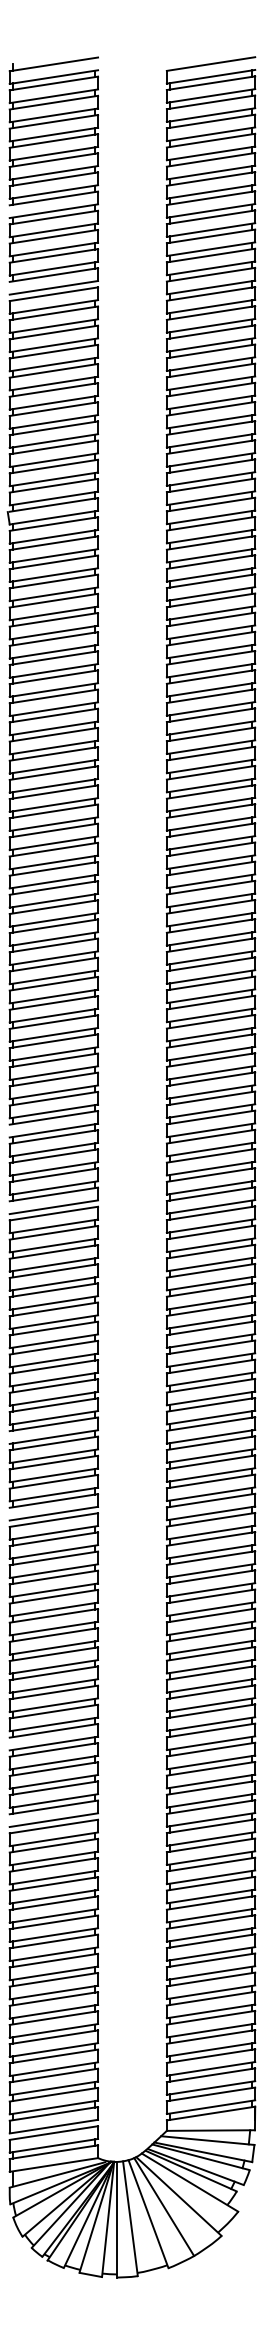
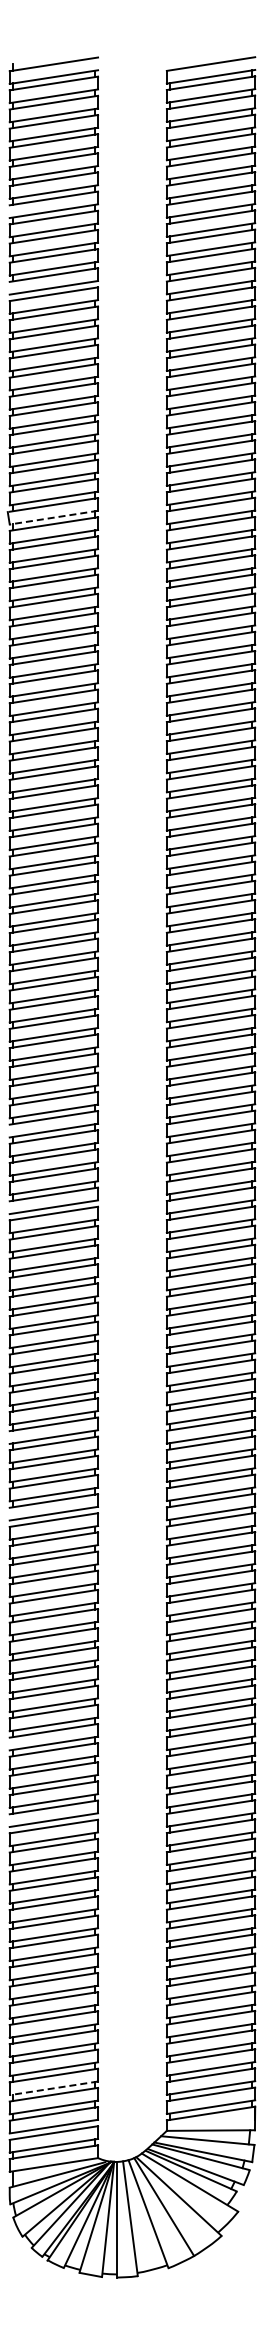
line at (53, 517): solid -> dashed
line at (53, 2088): solid -> dashed
